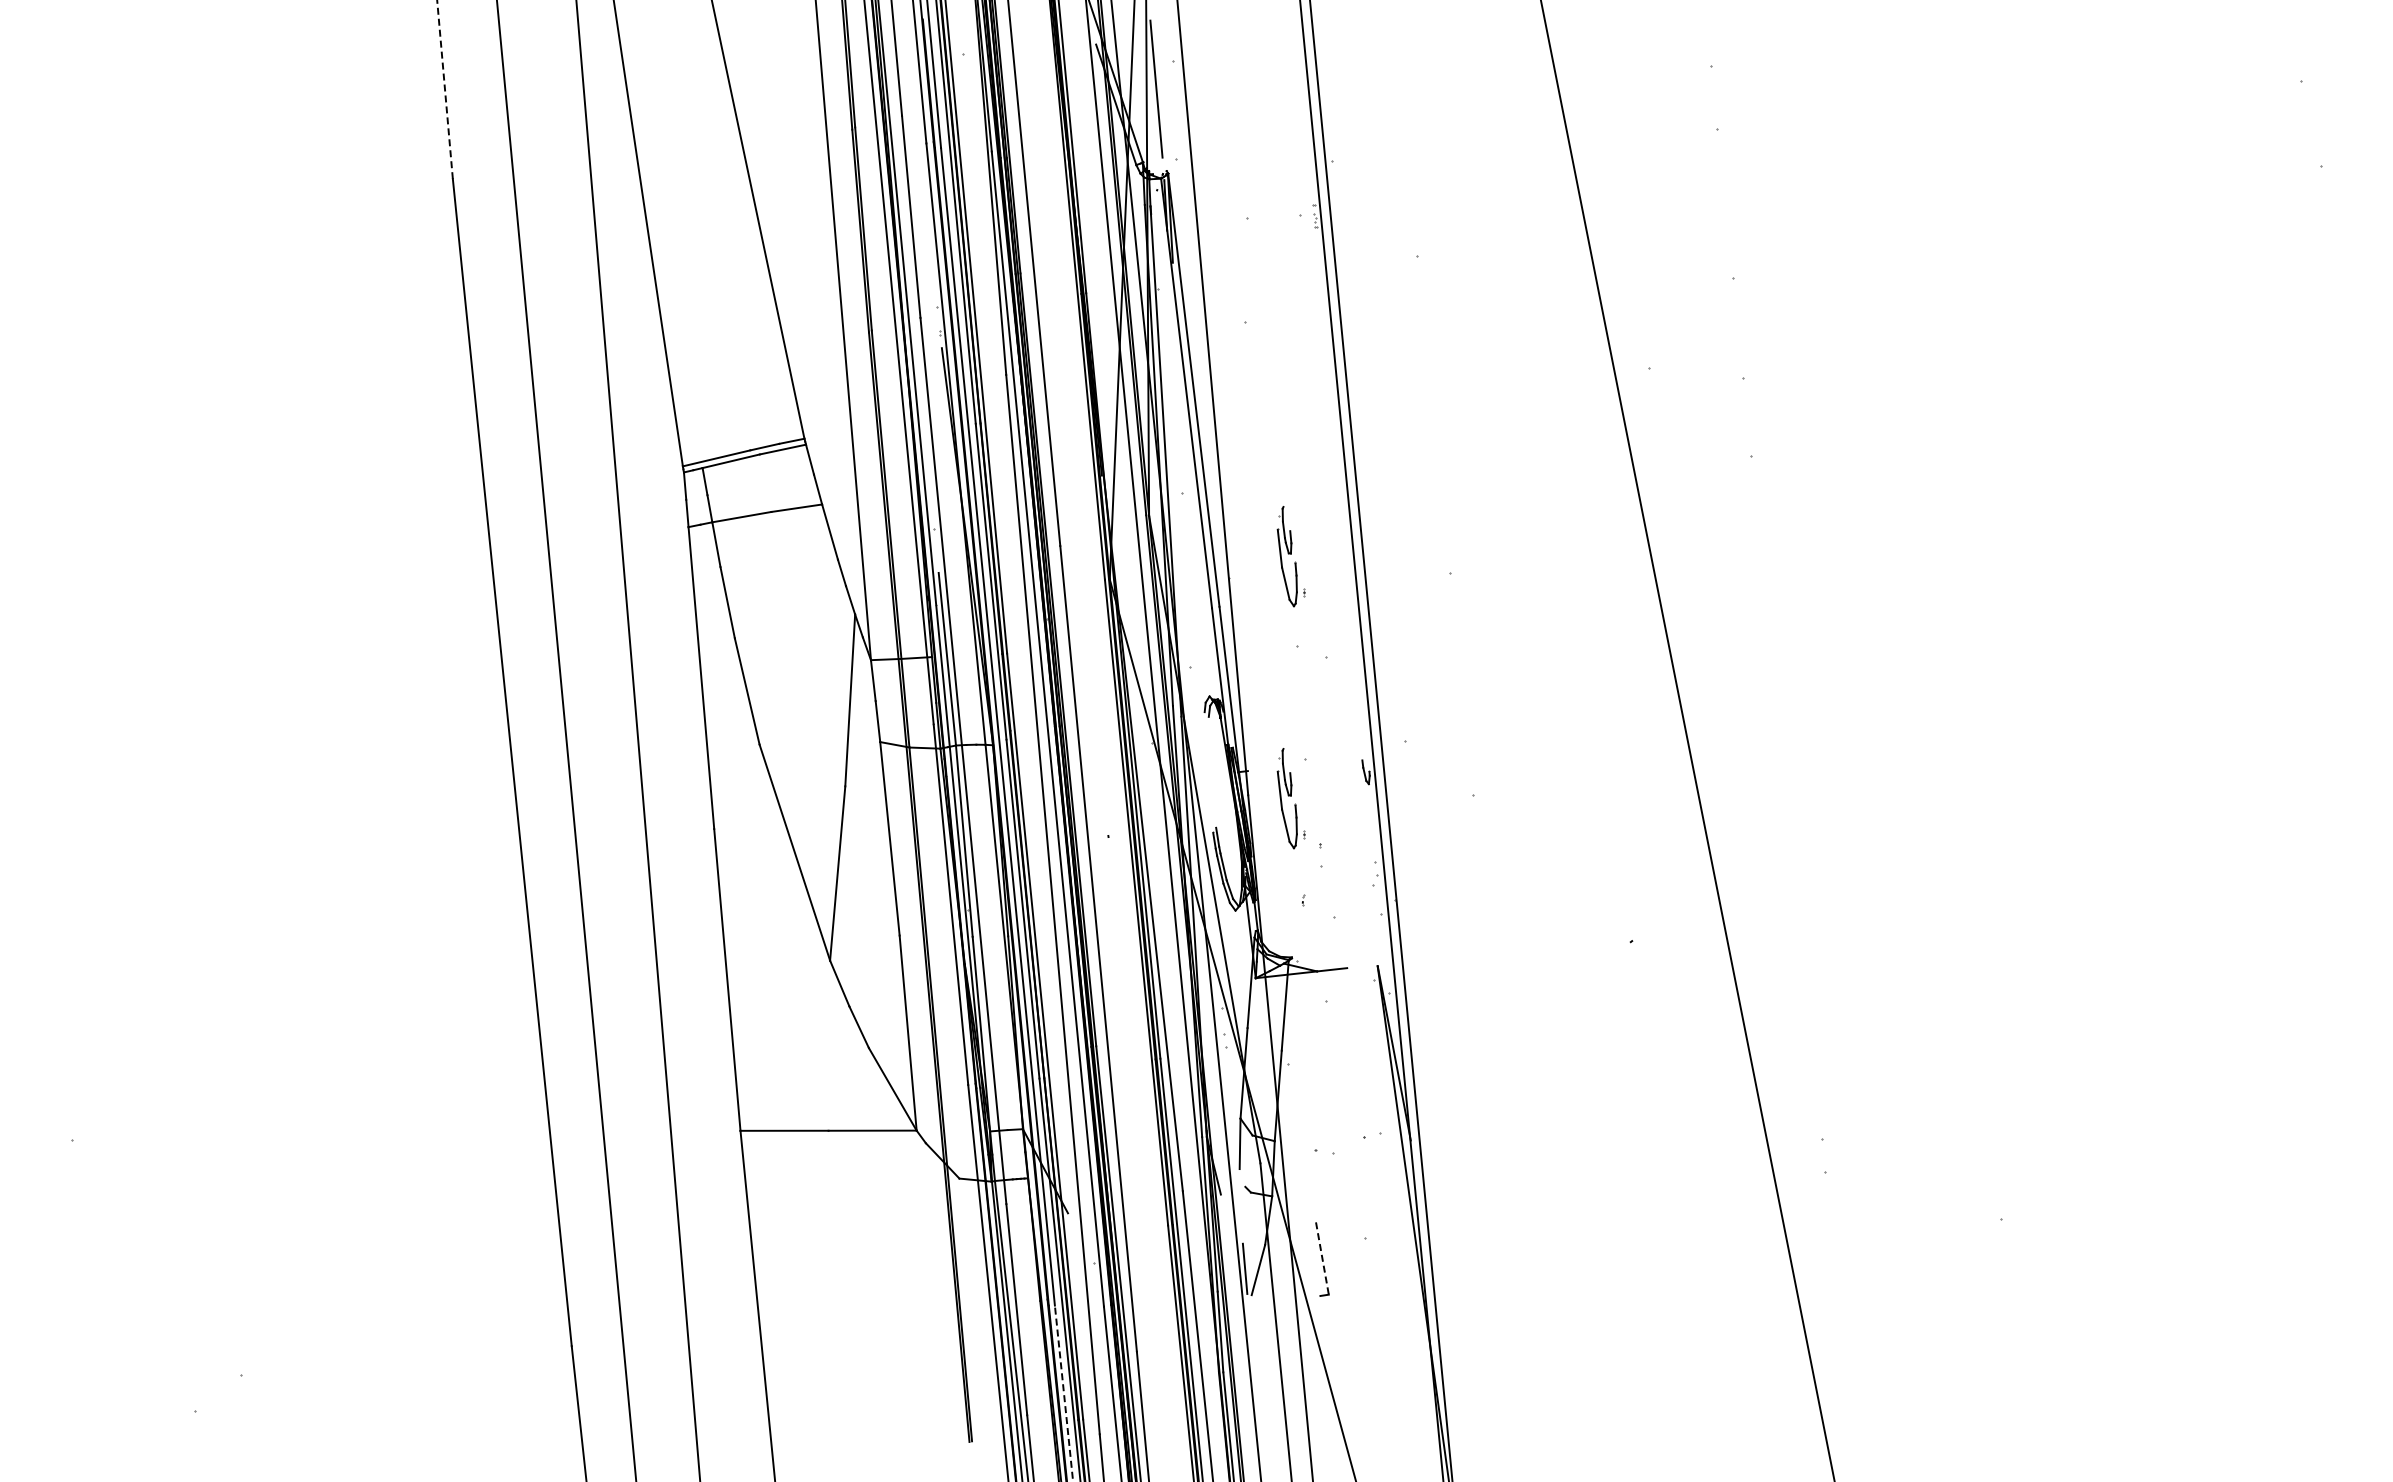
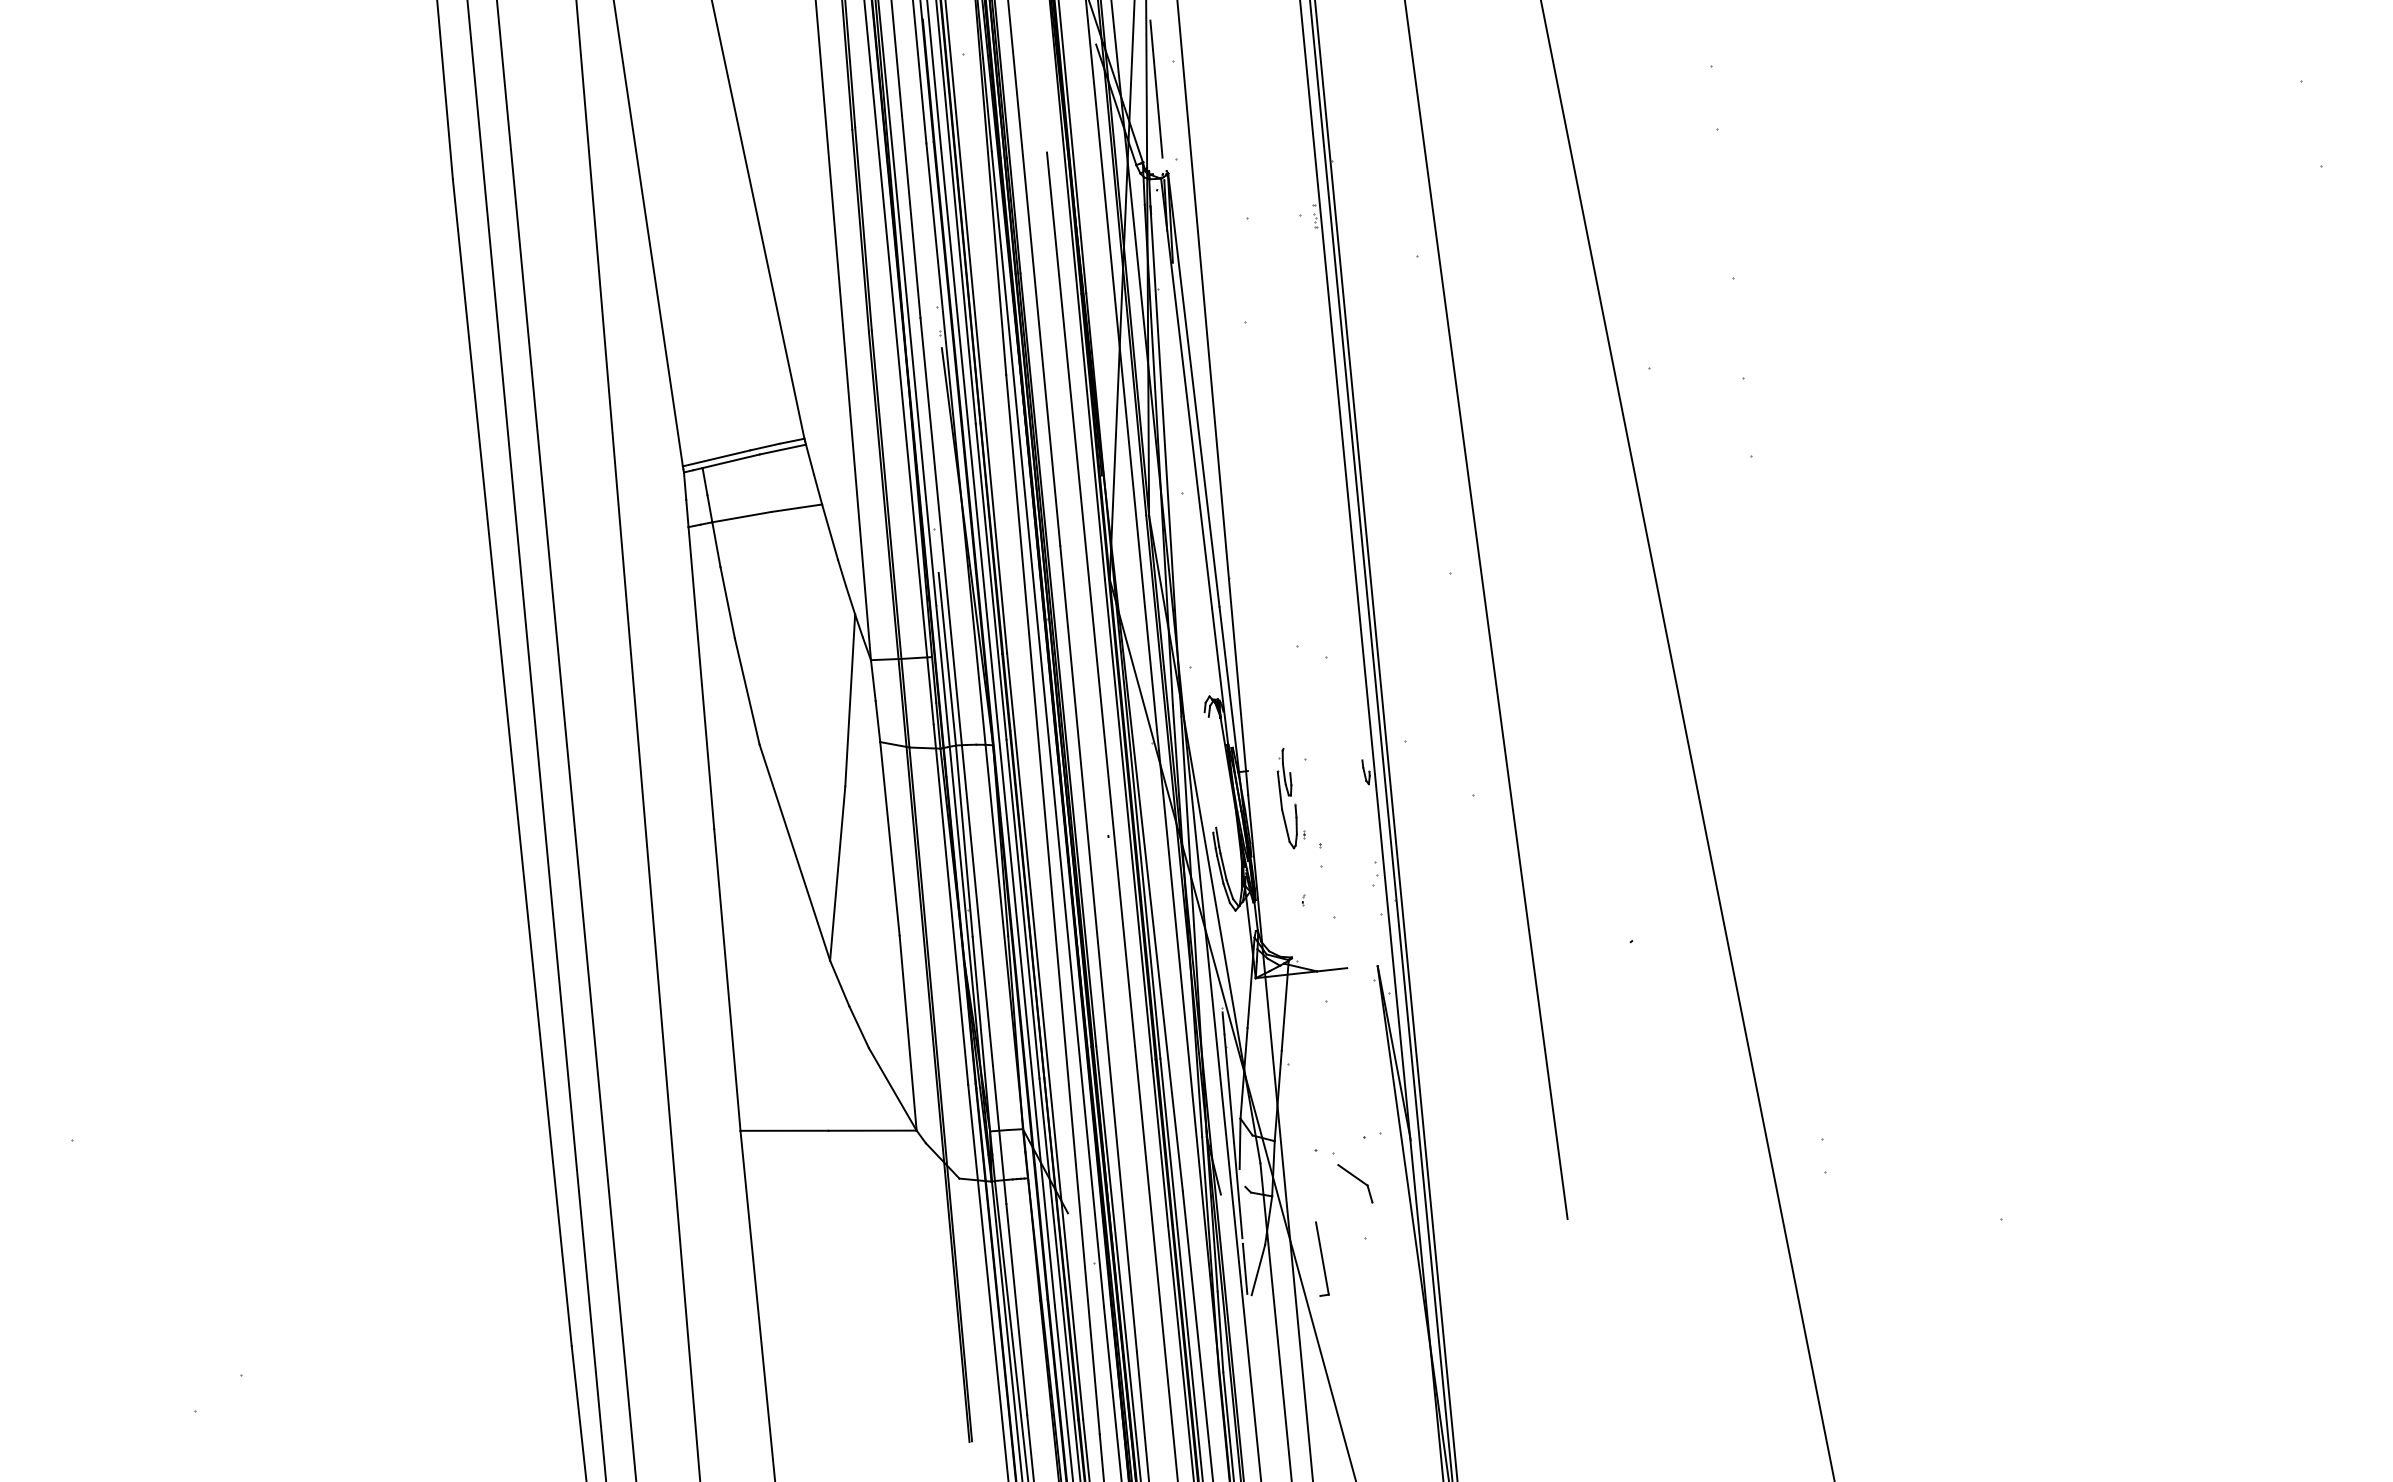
line at (445, 89): dashed -> solid
part at (1290, 556): present -> none
line at (1486, 610): none -> present
line at (536, 740): none -> present
line at (1386, 740): none -> present
line at (1112, 815): none -> present
line at (1232, 1125): none -> present
part at (1355, 1183): none -> present
line at (1322, 1258): dashed -> solid
line at (1063, 1392): dashed -> solid
